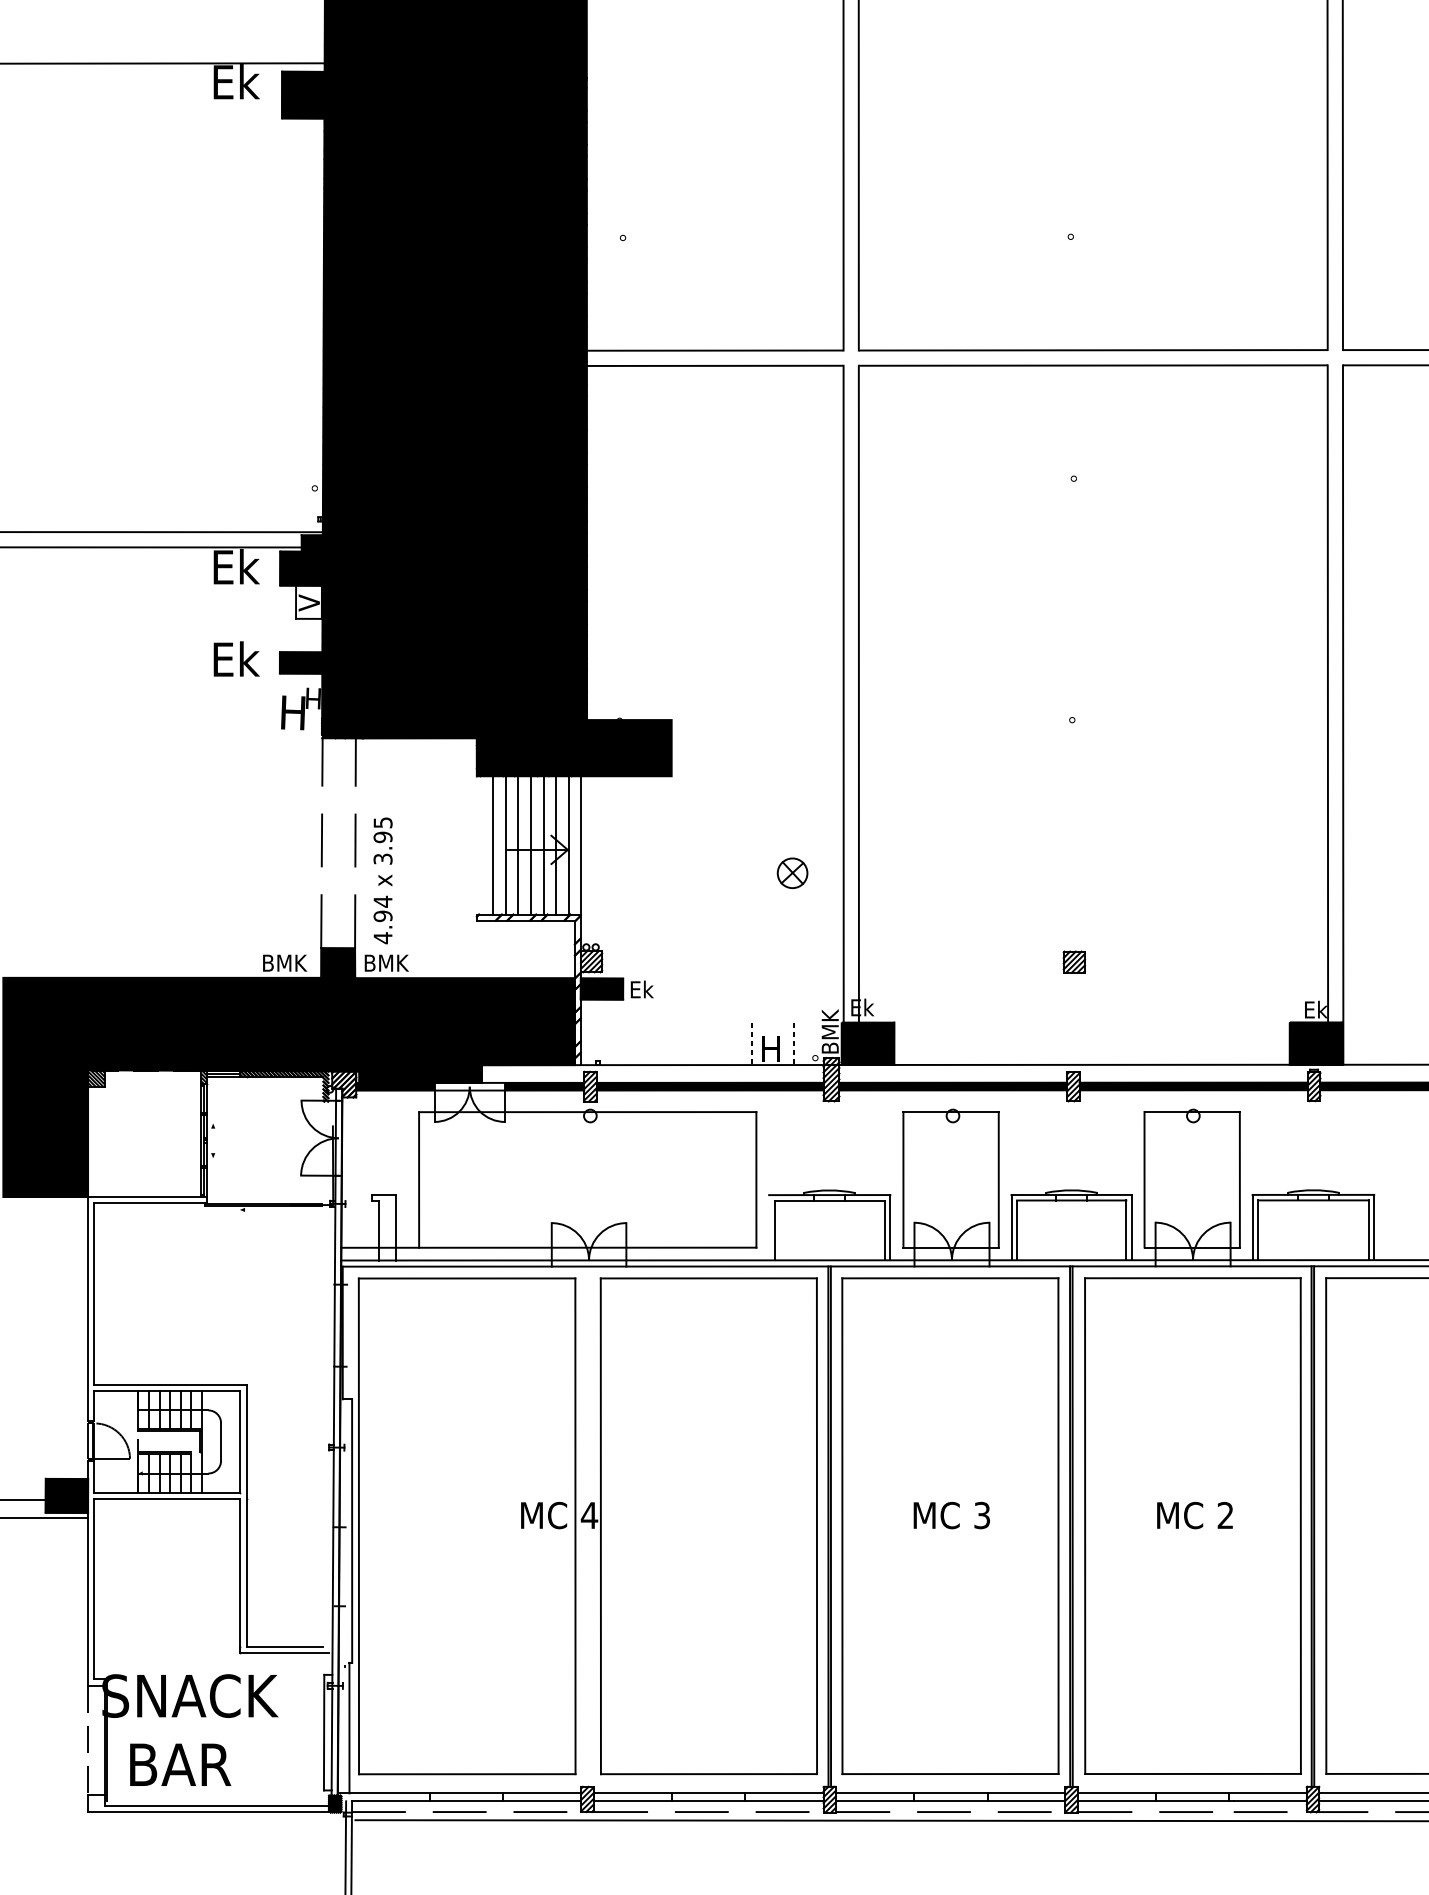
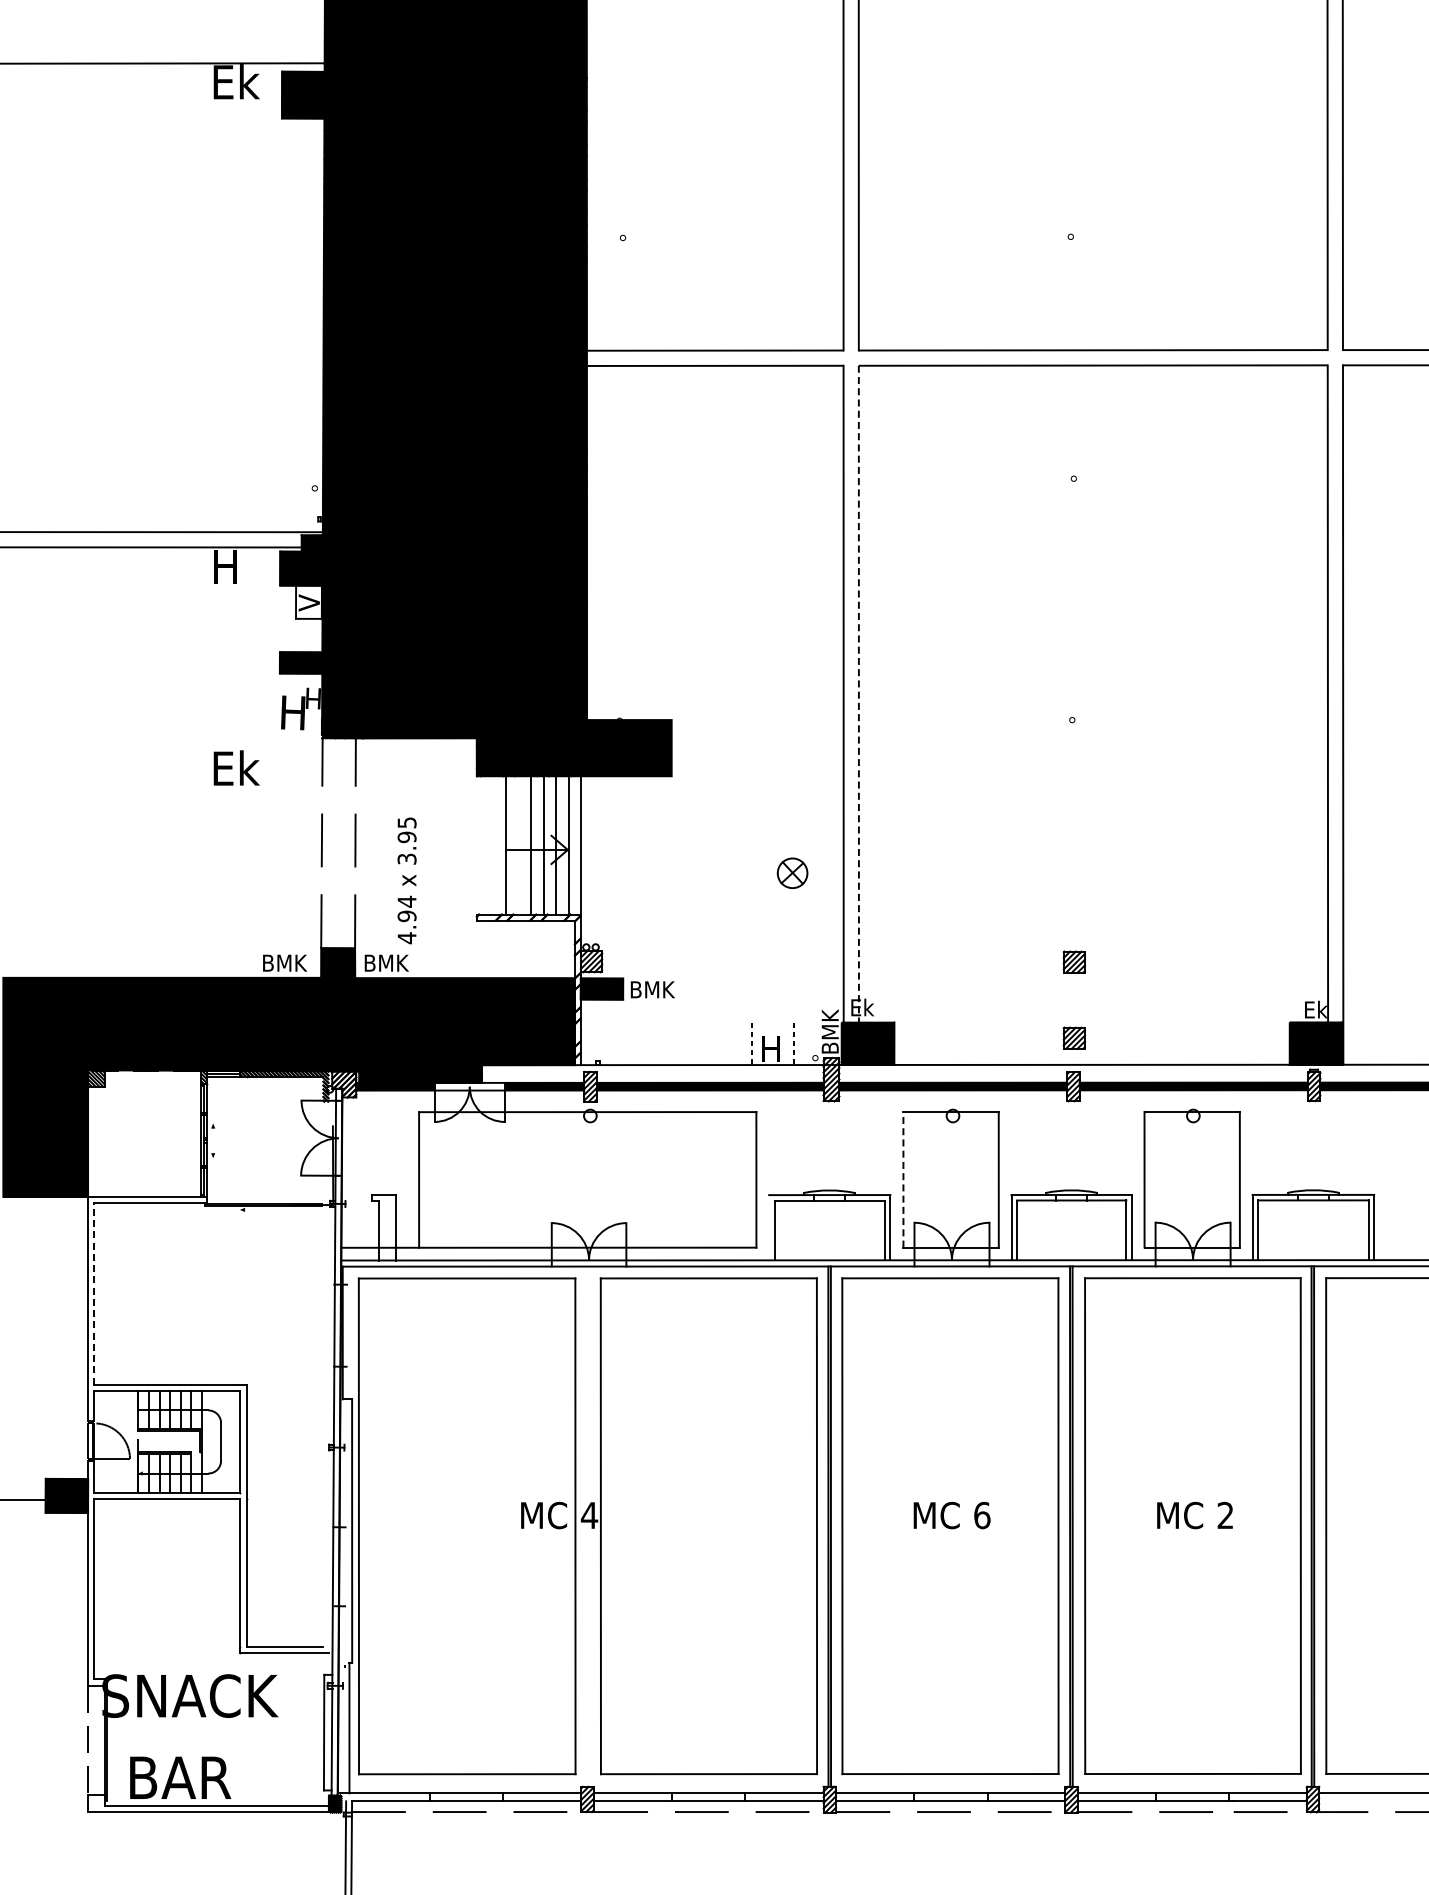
text at (236, 566): Ek -> H
text at (236, 658) position: (236, 658) -> (236, 767)
line at (858, 715): solid -> dashed
line at (492, 845): present -> none
line at (518, 845): present -> none
text at (382, 880) position: (382, 880) -> (406, 880)
text at (655, 989): Ek -> BMK
part at (1074, 1037): none -> present
line at (903, 1179): solid -> dashed
line at (94, 1293): solid -> dashed
text at (982, 1515): 3 -> 6
line at (45, 1517): present -> none
text at (180, 1764) position: (180, 1764) -> (180, 1777)
line at (1372, 1801): present -> none
line at (890, 1820): present -> none
